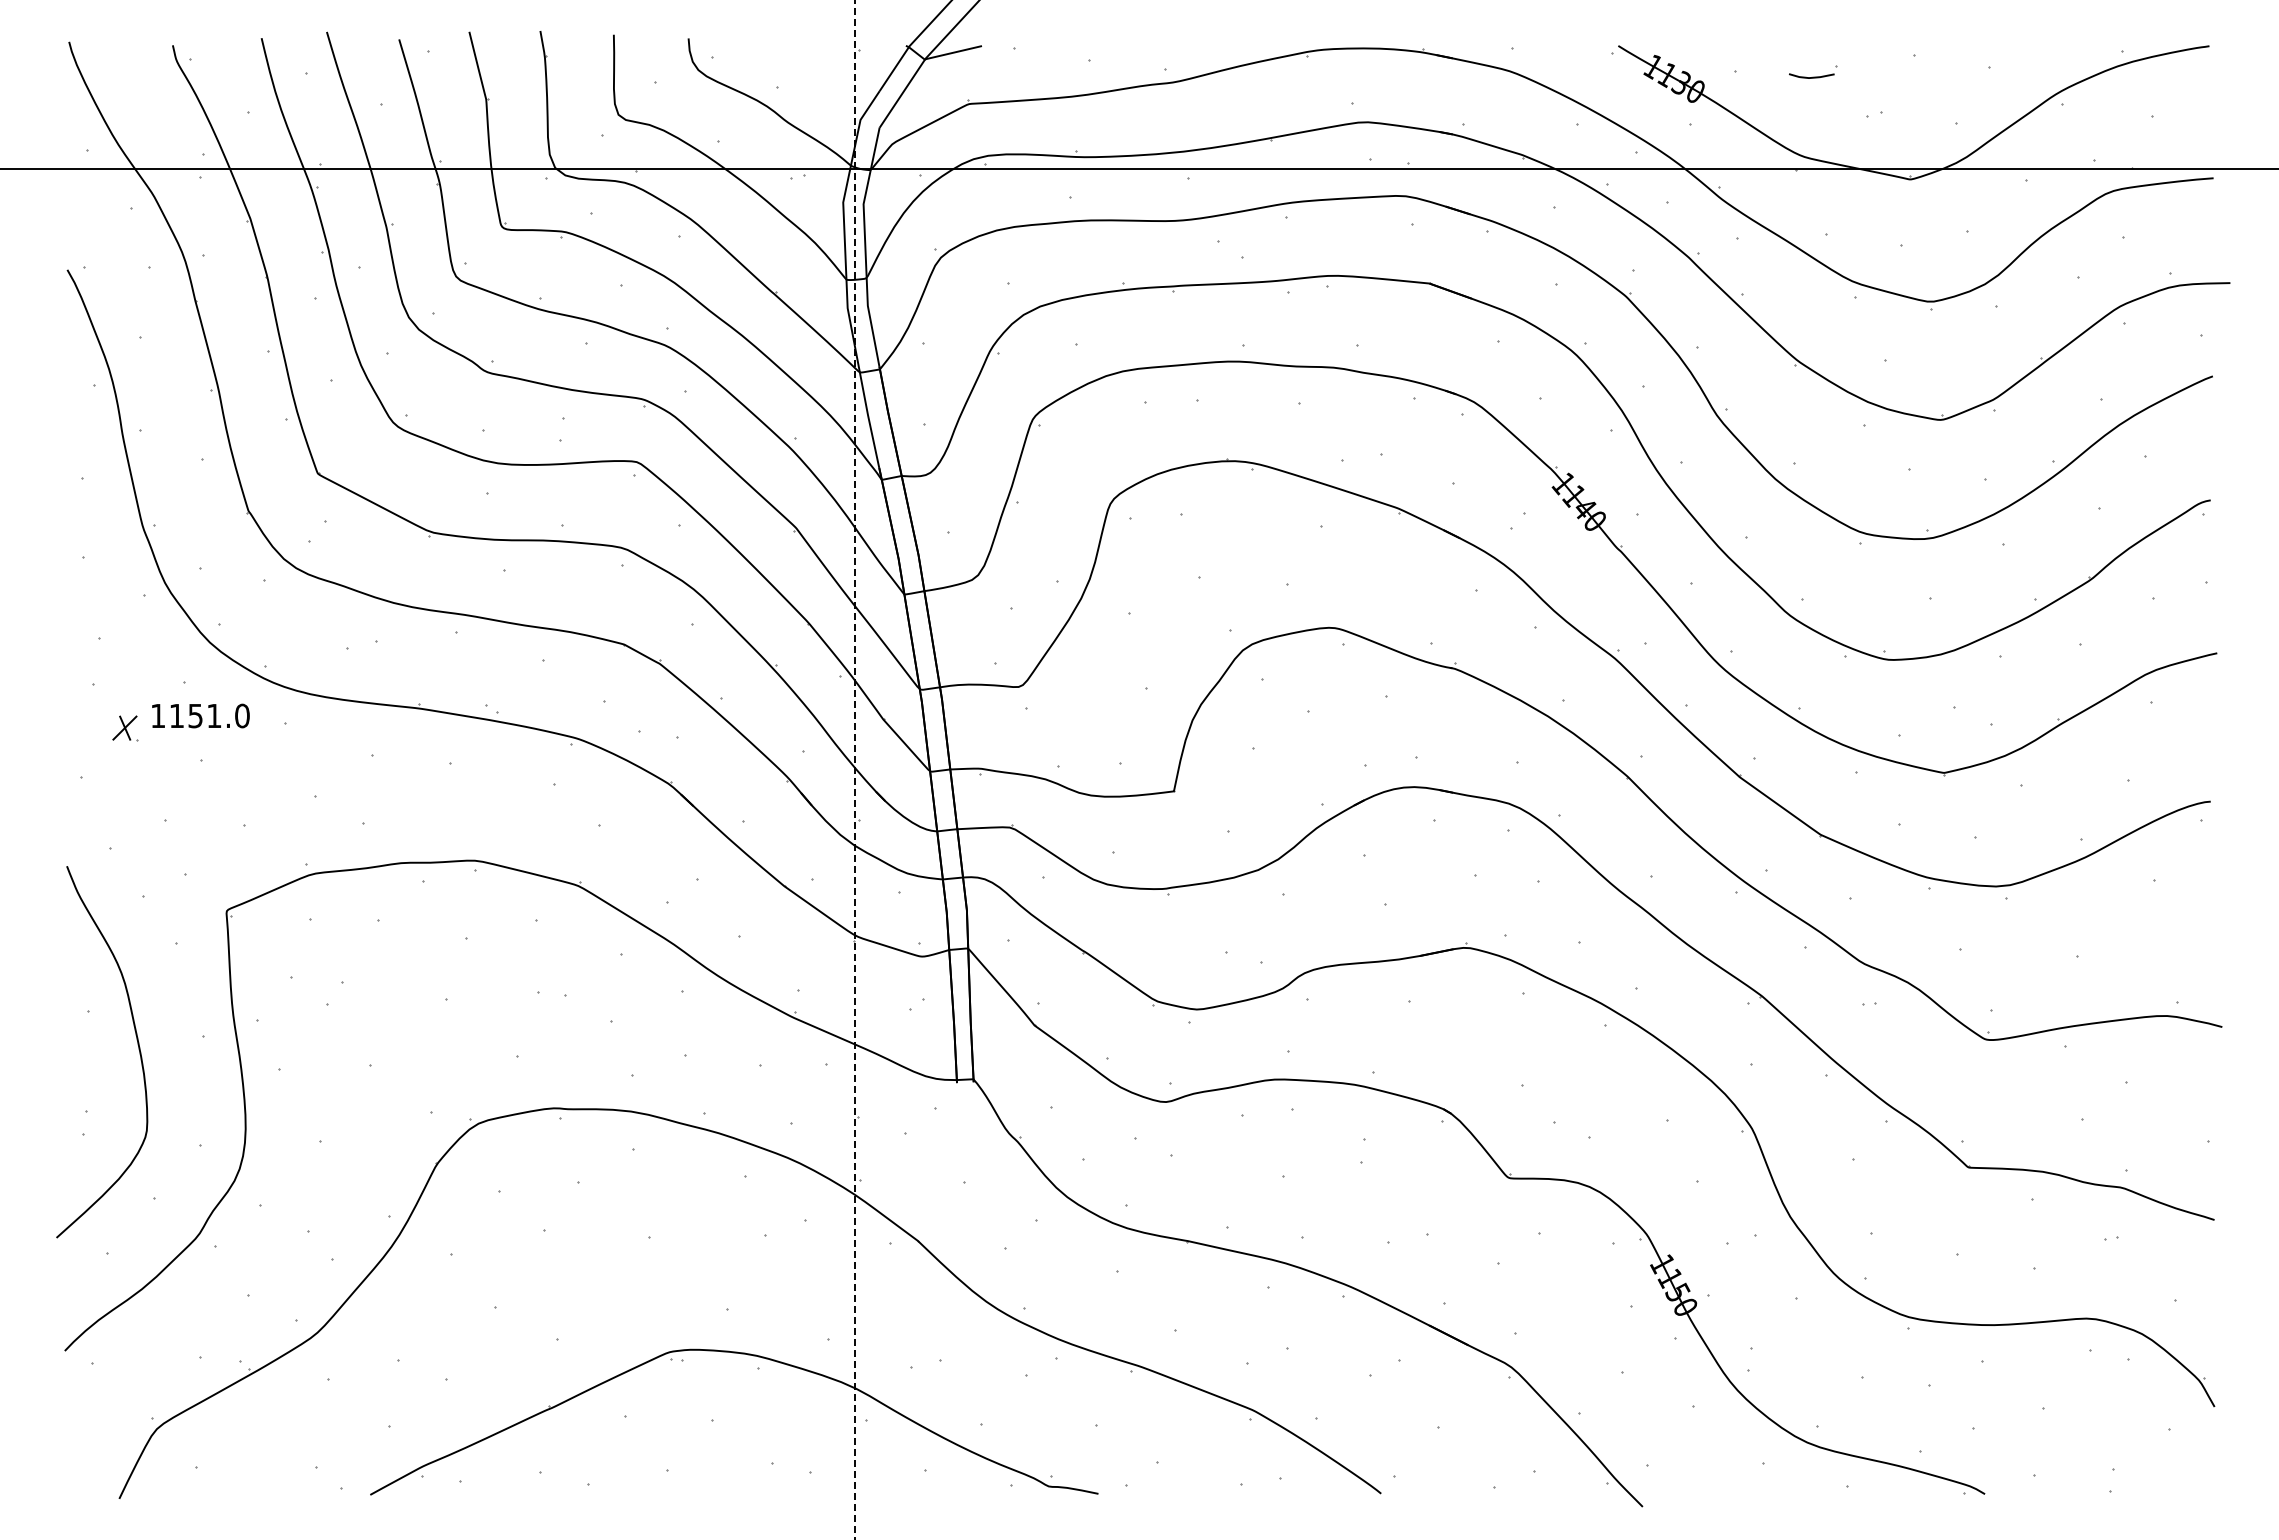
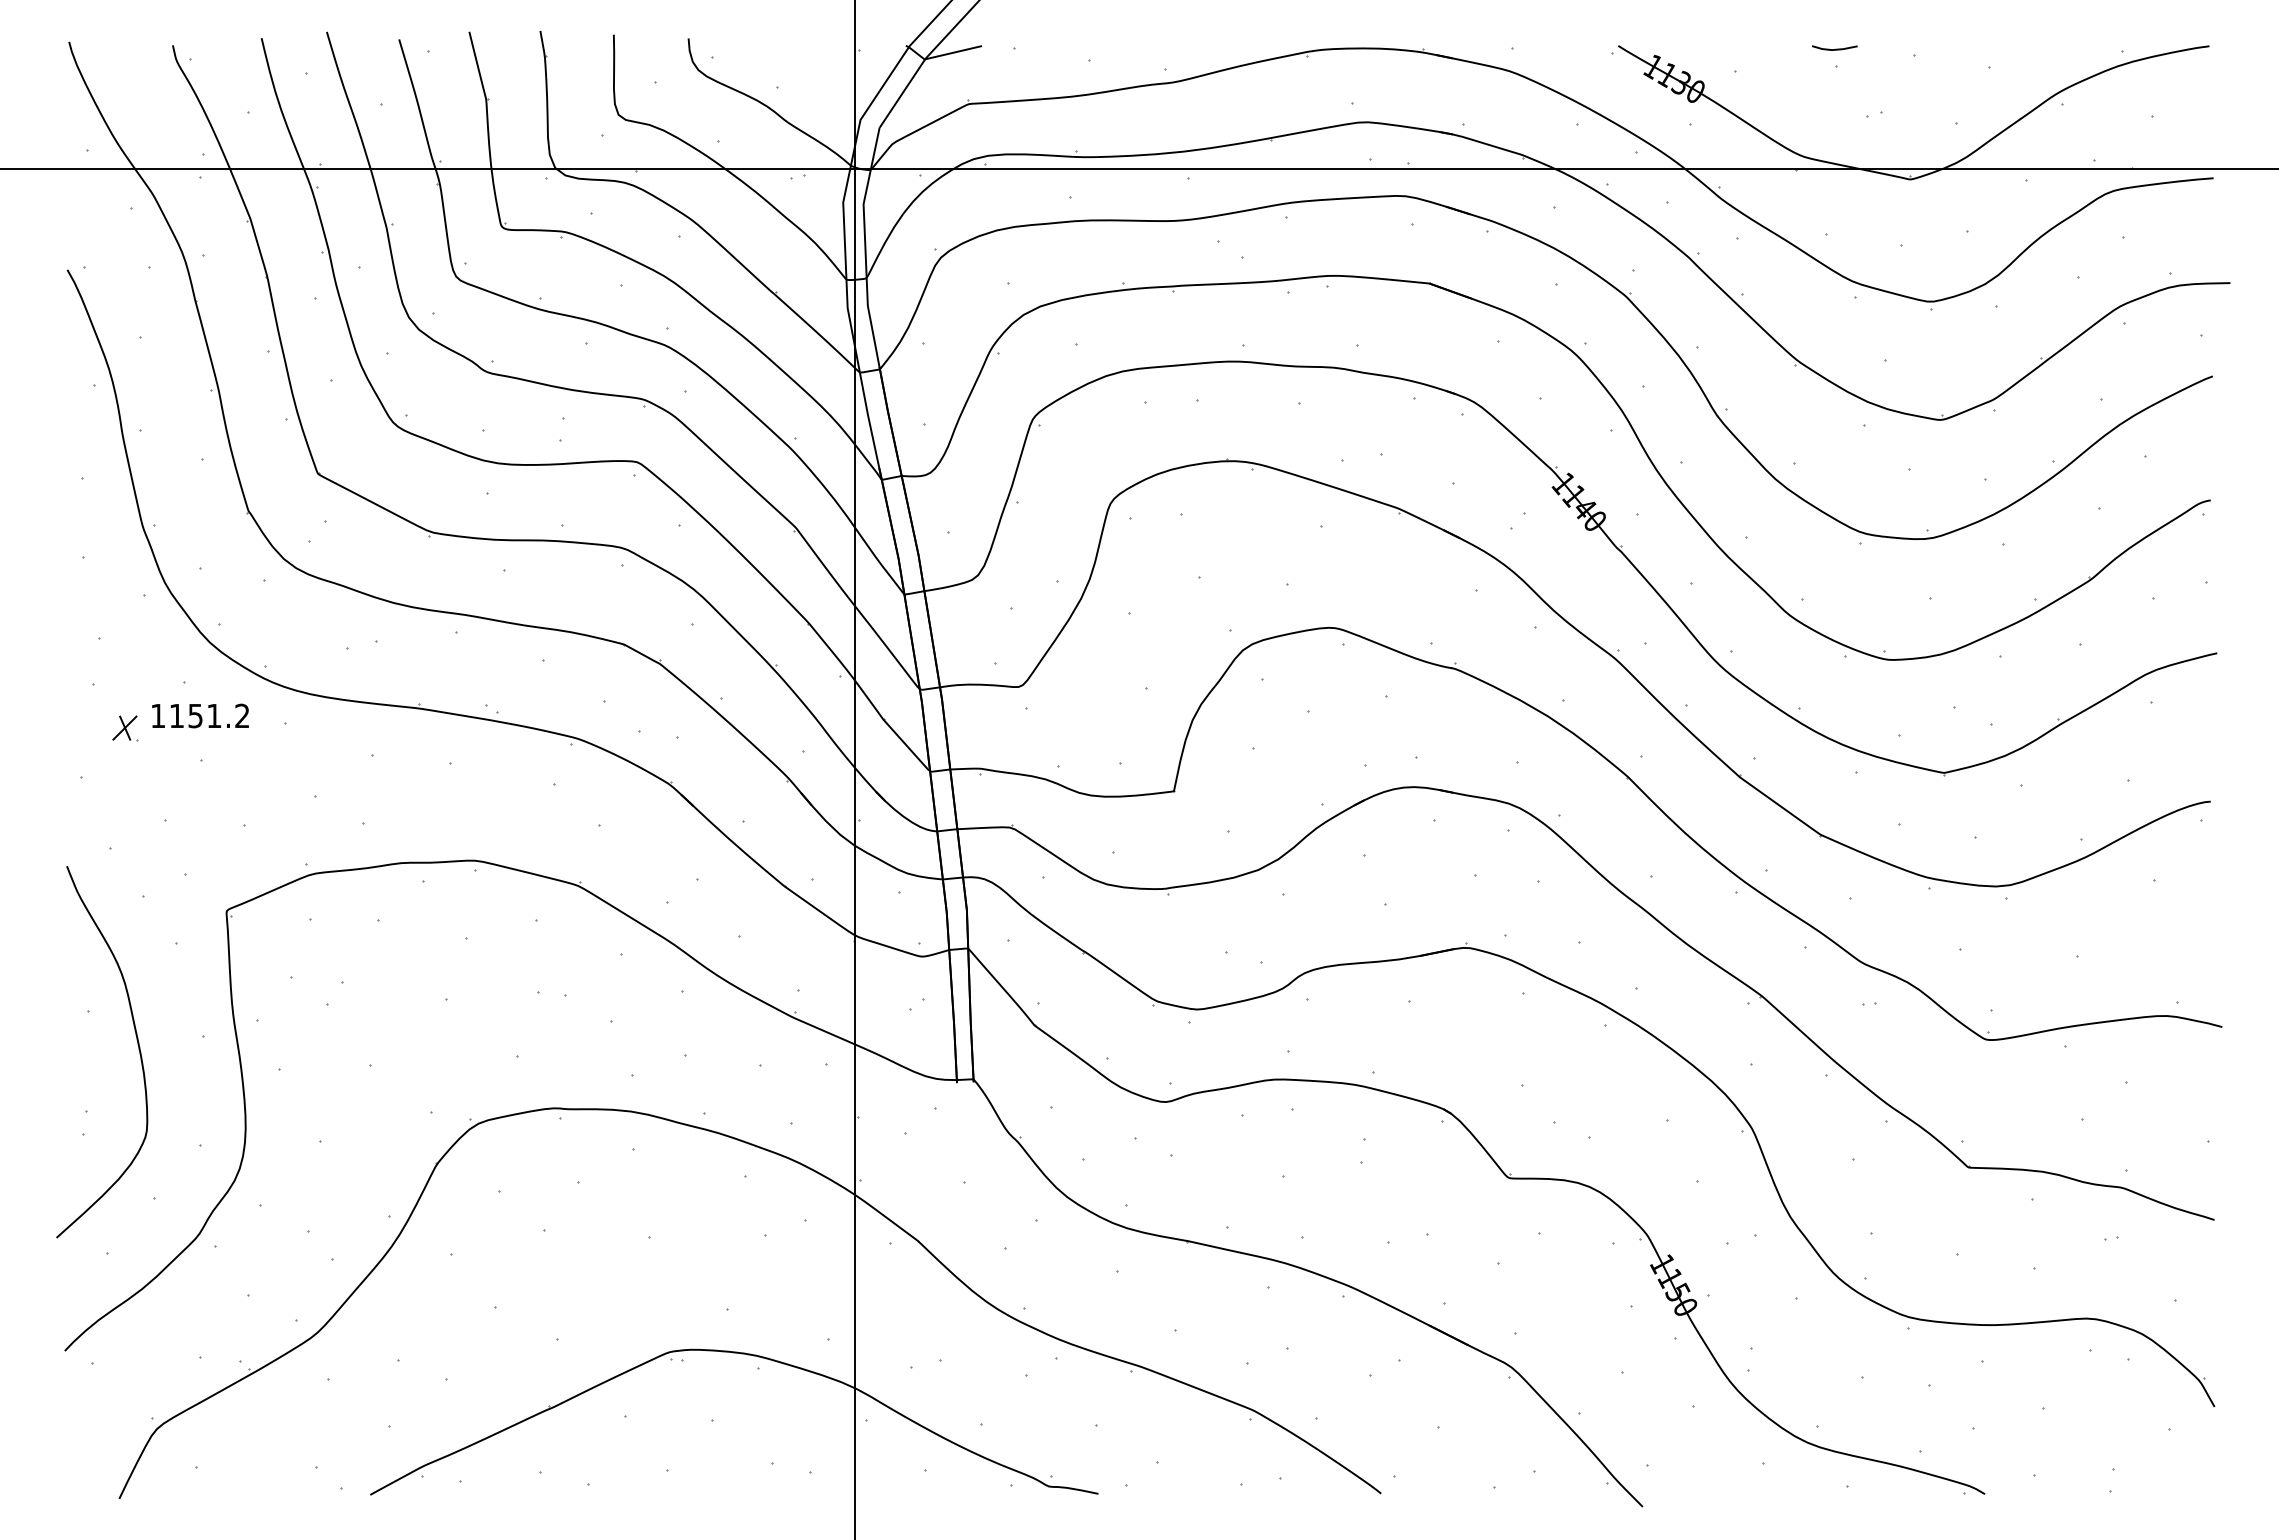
line at (1812, 76) position: (1812, 76) -> (1835, 48)
text at (242, 715): 1151.0 -> 1151.2
line at (855, 769): dashed -> solid
